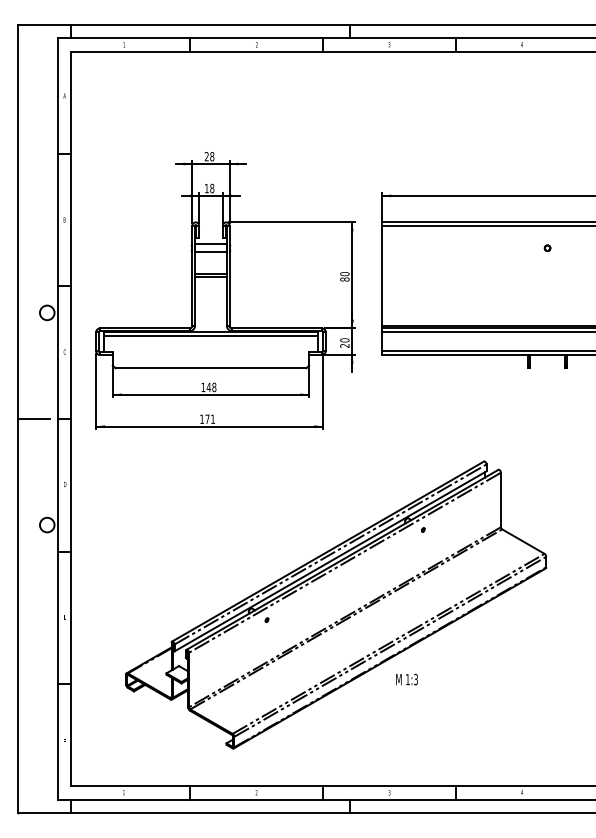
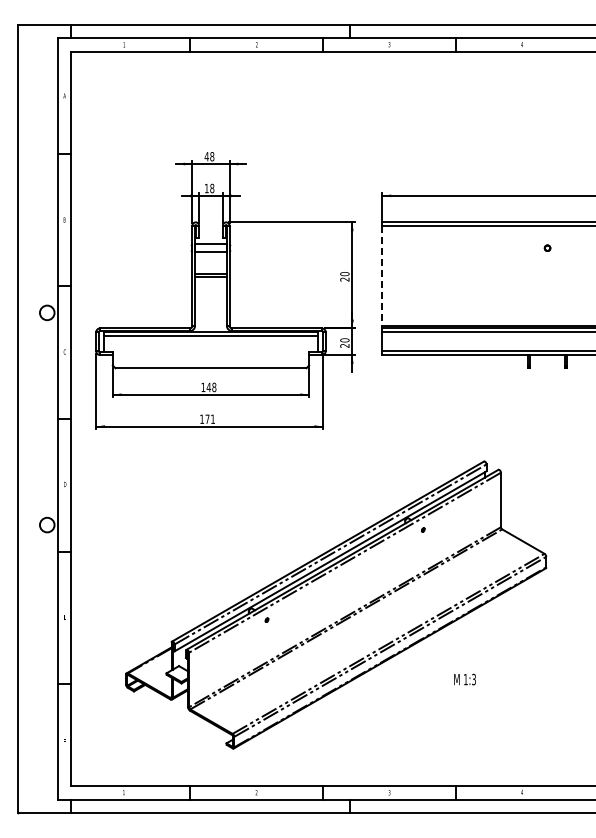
text at (206, 156): 28 -> 48
line at (382, 276): solid -> dashed
text at (344, 279): 80 -> 20
line at (33, 419): present -> none
text at (406, 679) position: (406, 679) -> (464, 679)
